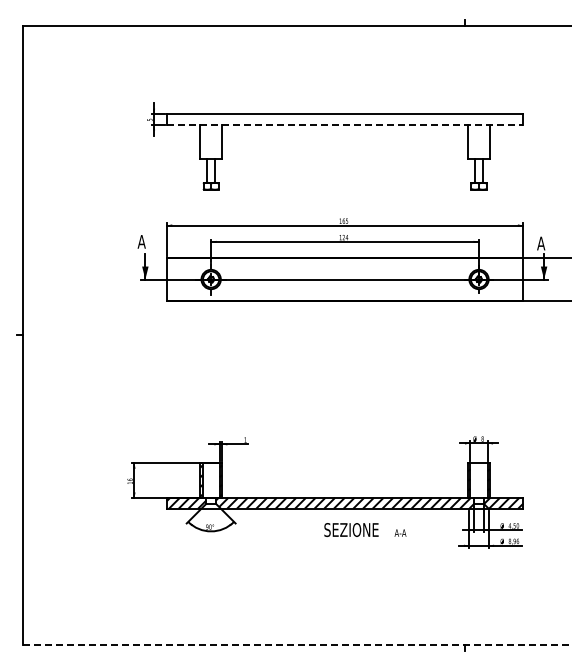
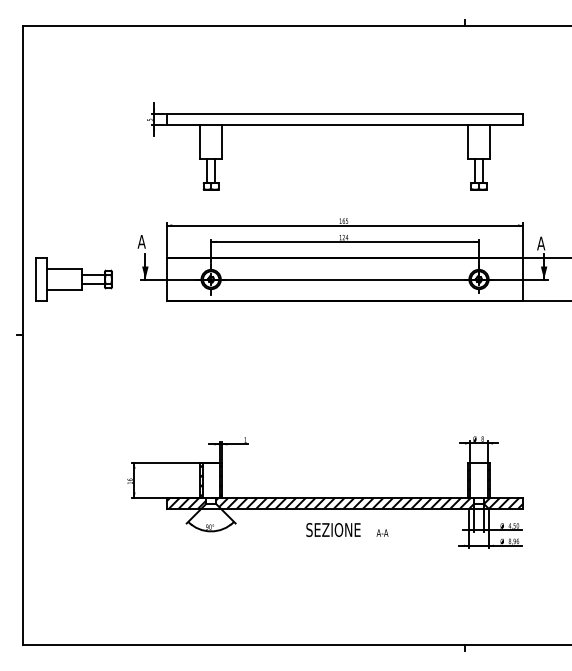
line at (345, 124): dashed -> solid
part at (73, 279): none -> present
text at (365, 529) position: (365, 529) -> (347, 529)
line at (297, 645): dashed -> solid
